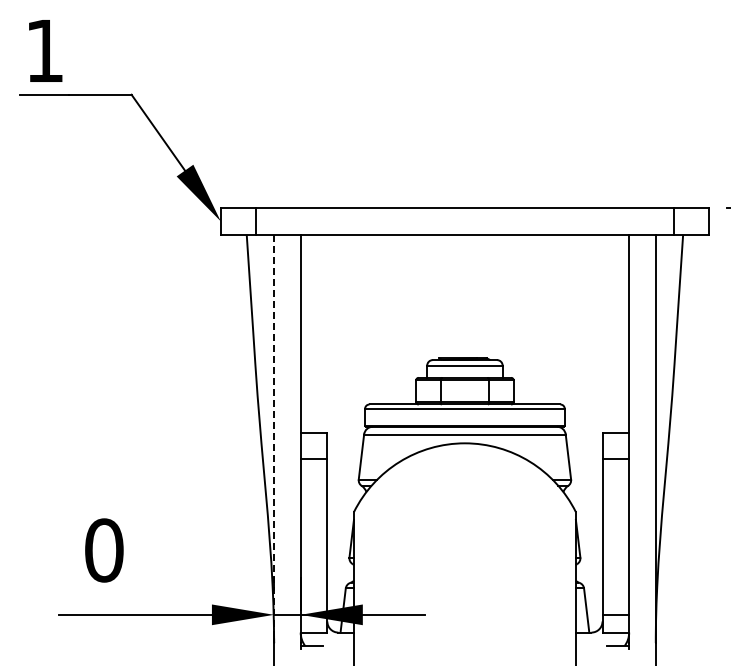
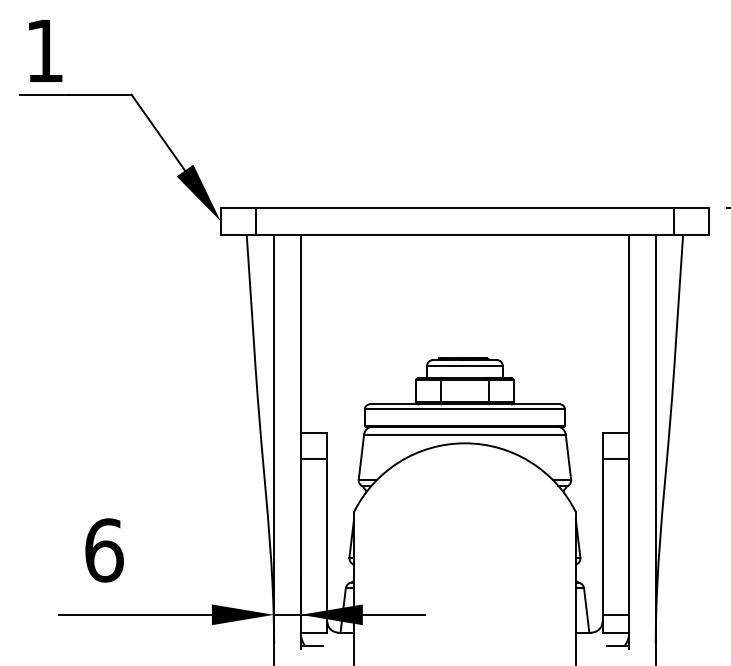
line at (274, 439): dashed -> solid
text at (104, 550): 0 -> 6
